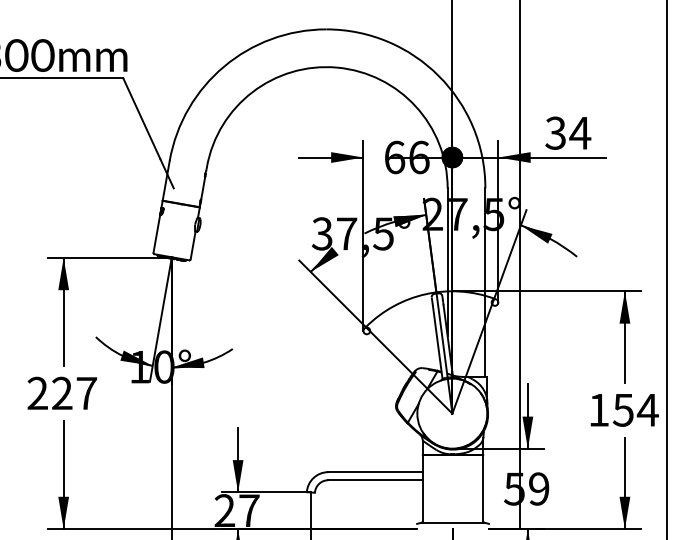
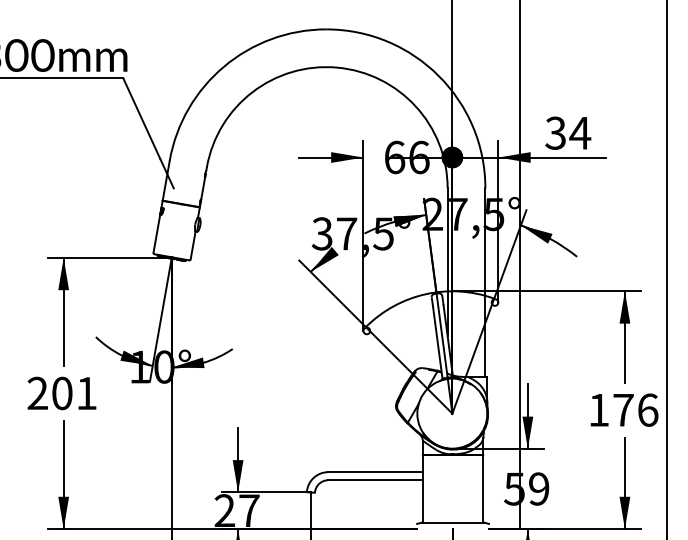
text at (74, 393): 227 -> 201
text at (635, 409): 154 -> 176
